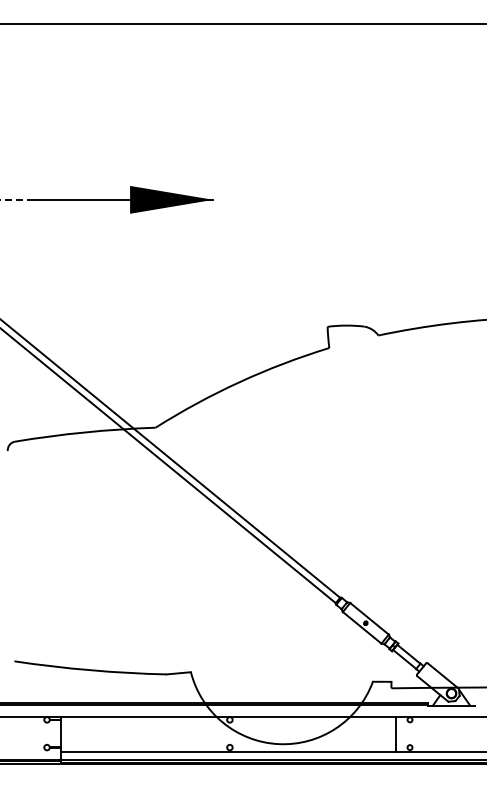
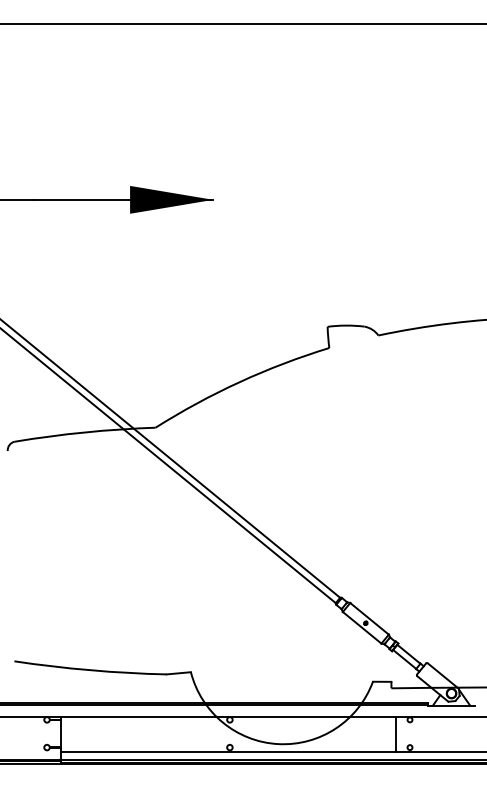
line at (16, 199): dashed -> solid
